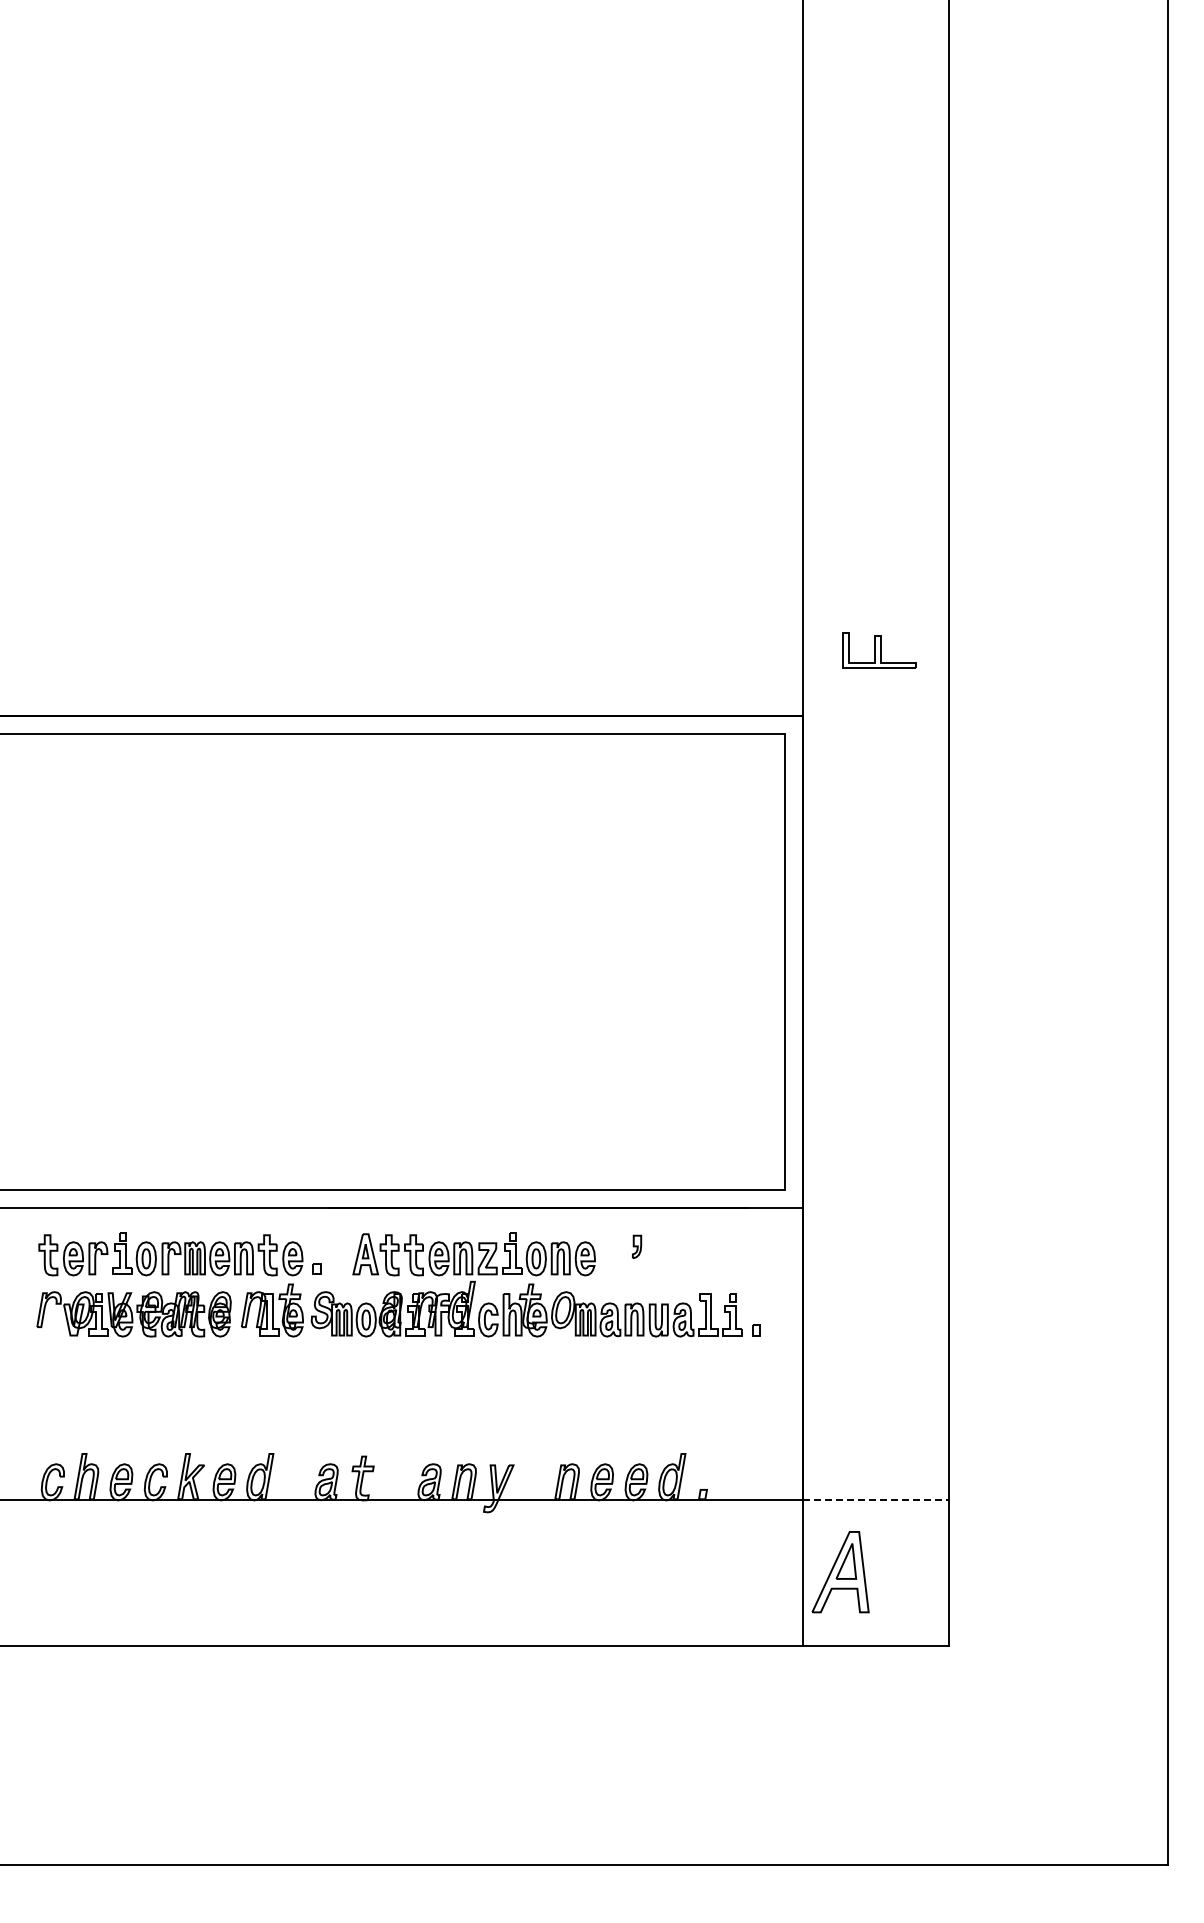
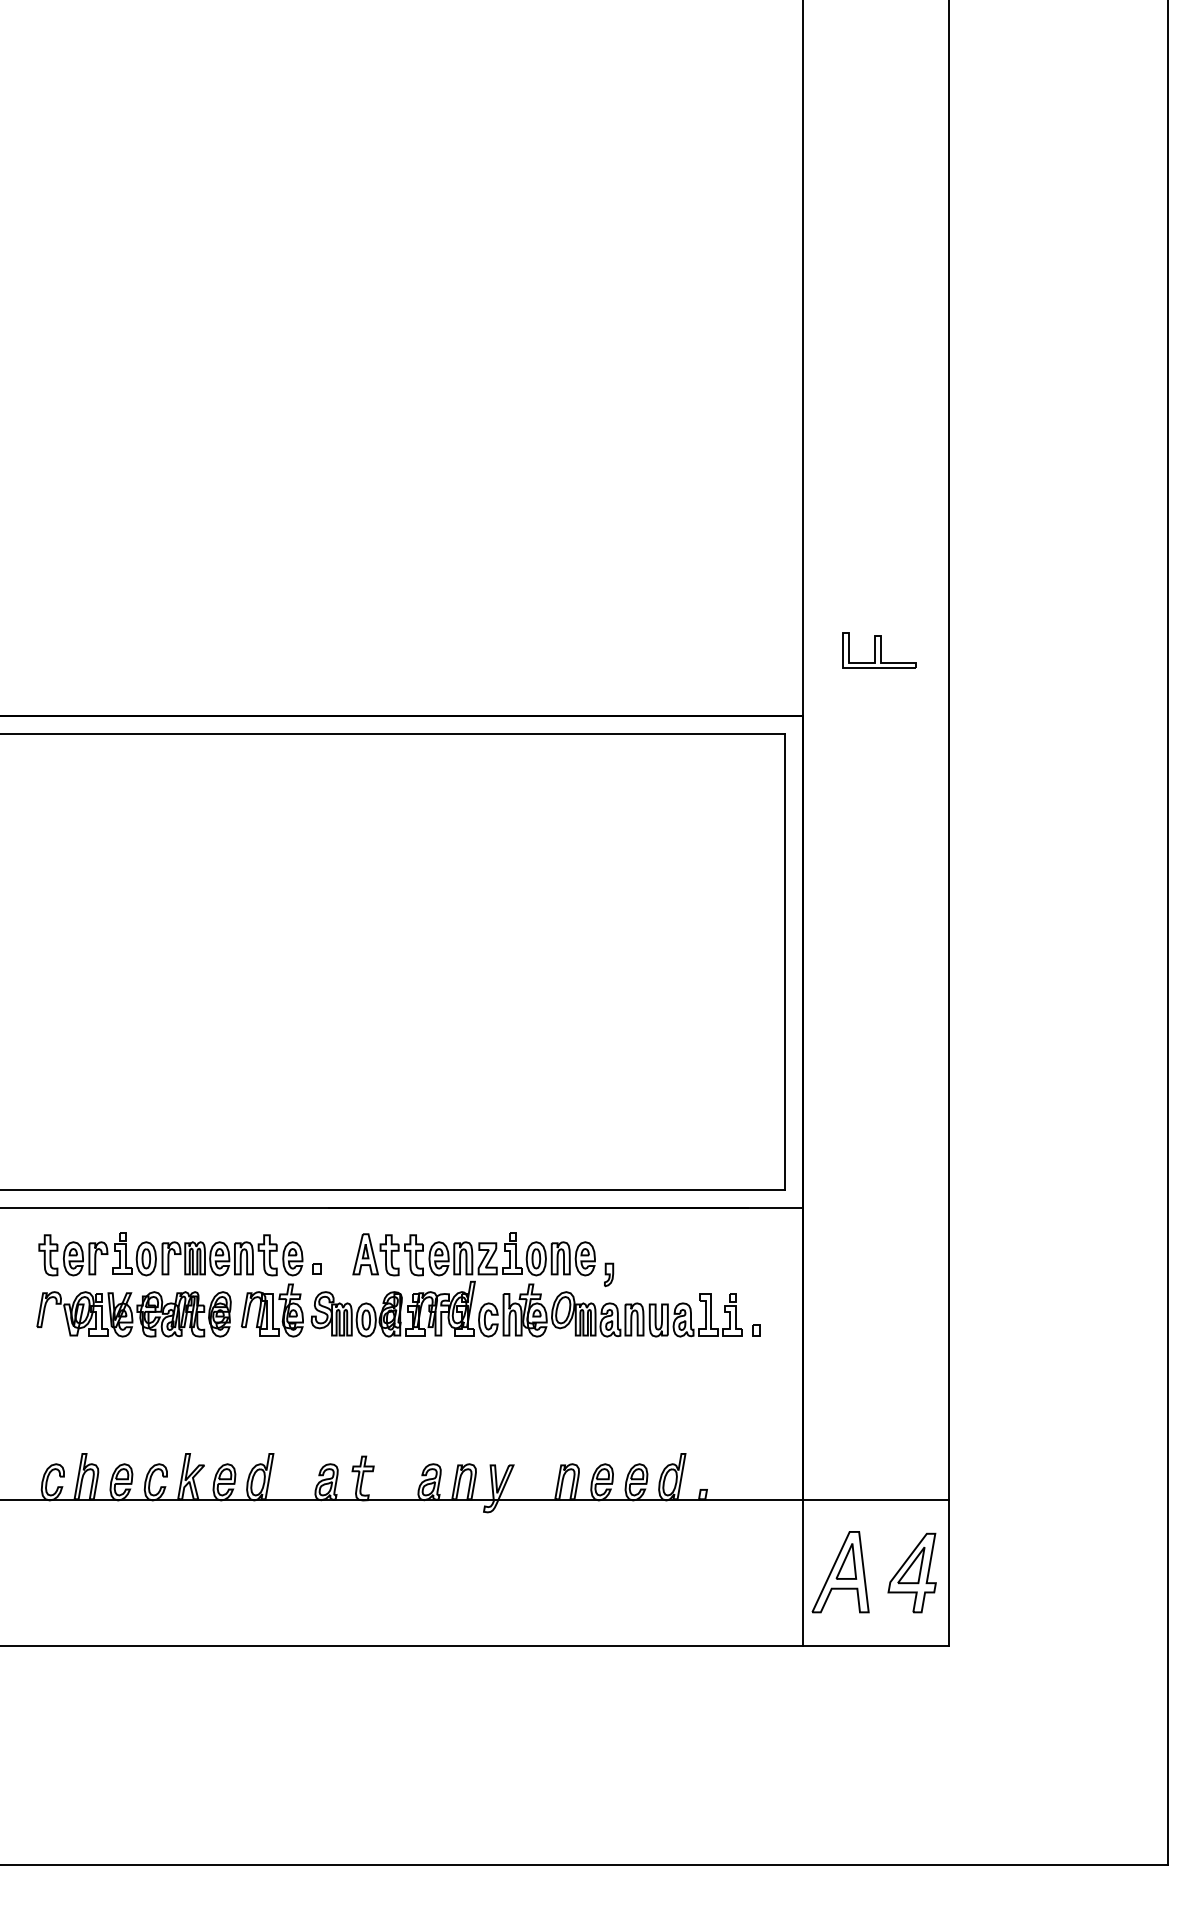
part at (637, 1246) position: (637, 1246) -> (609, 1274)
line at (876, 1500): dashed -> solid
part at (911, 1572): none -> present
